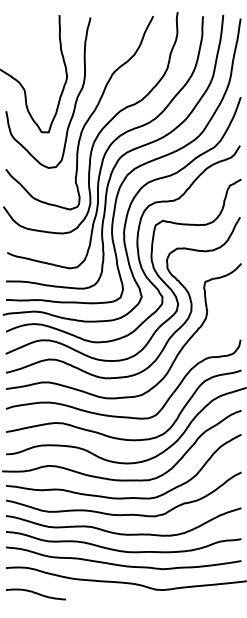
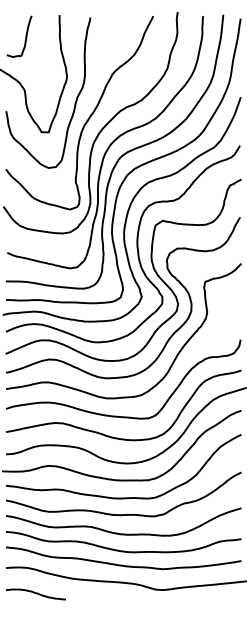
curve at (25, 36): none -> present
